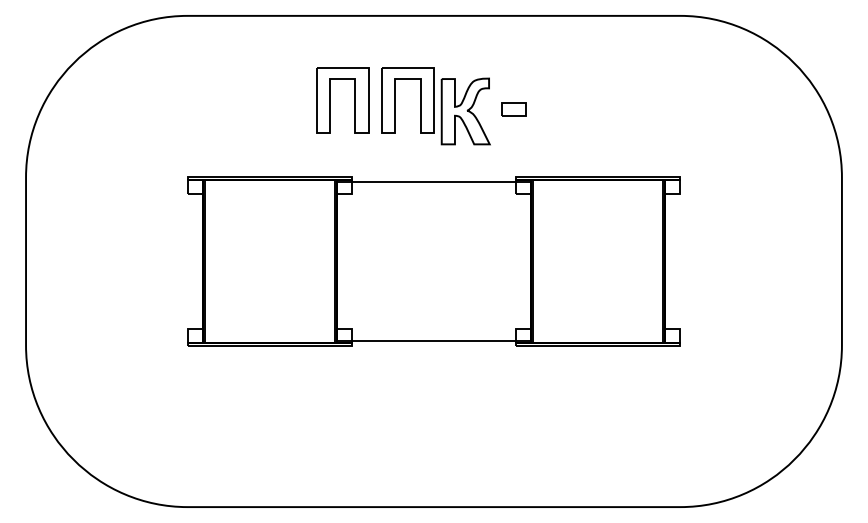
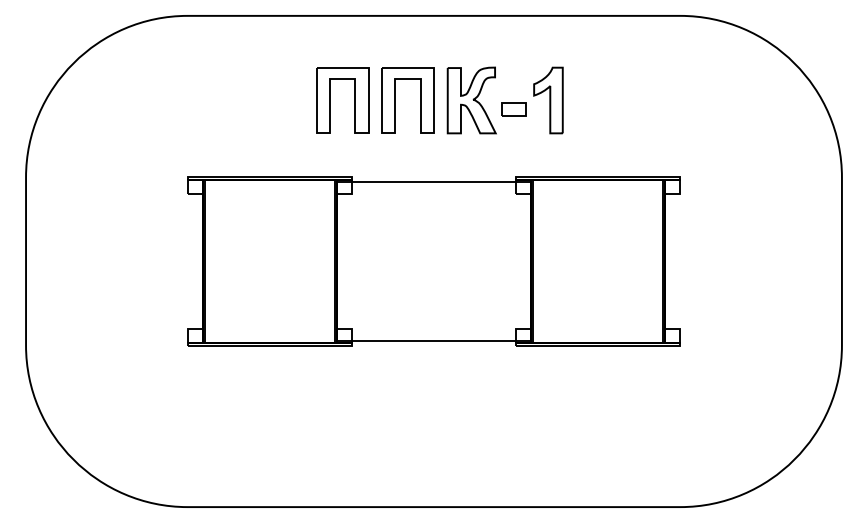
part at (548, 100): none -> present
part at (465, 111) position: (465, 111) -> (471, 100)
